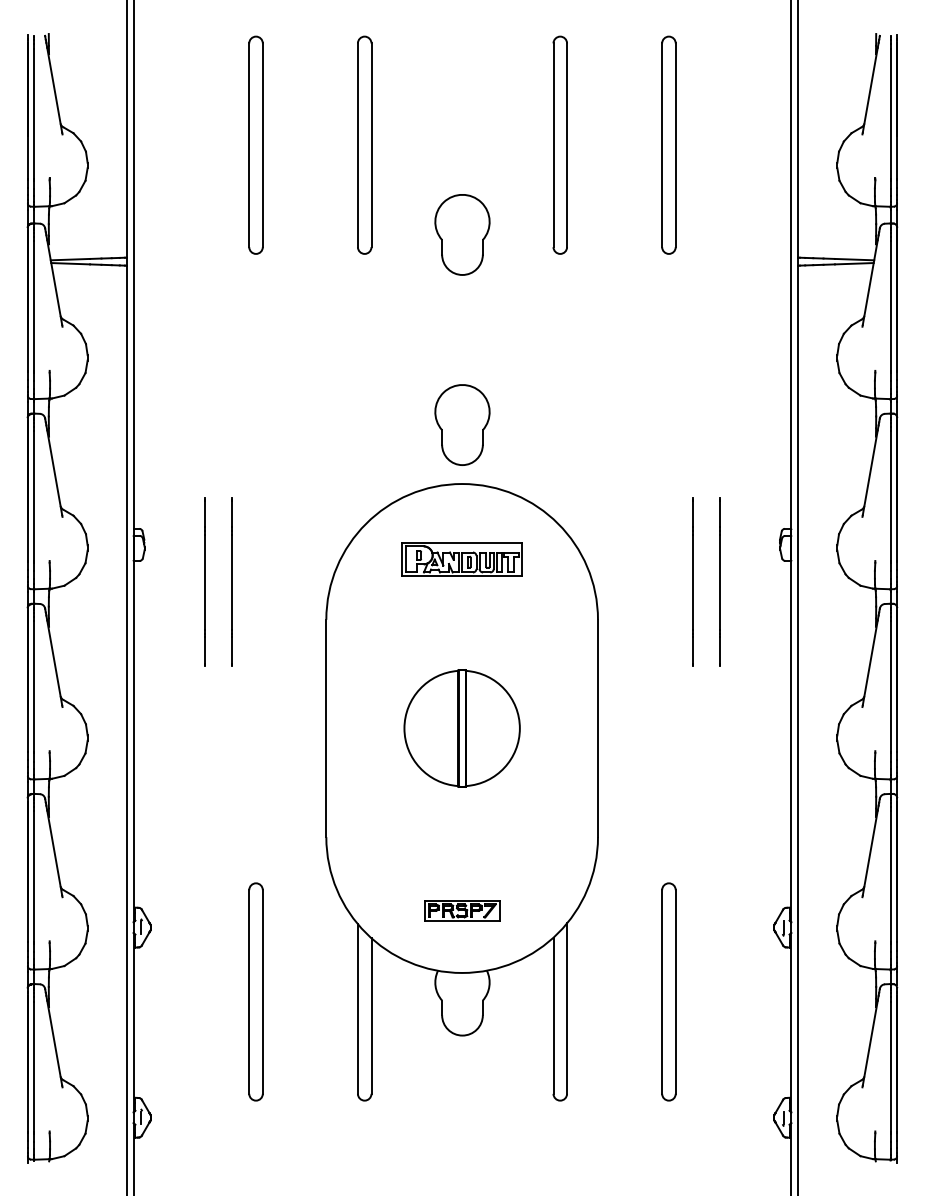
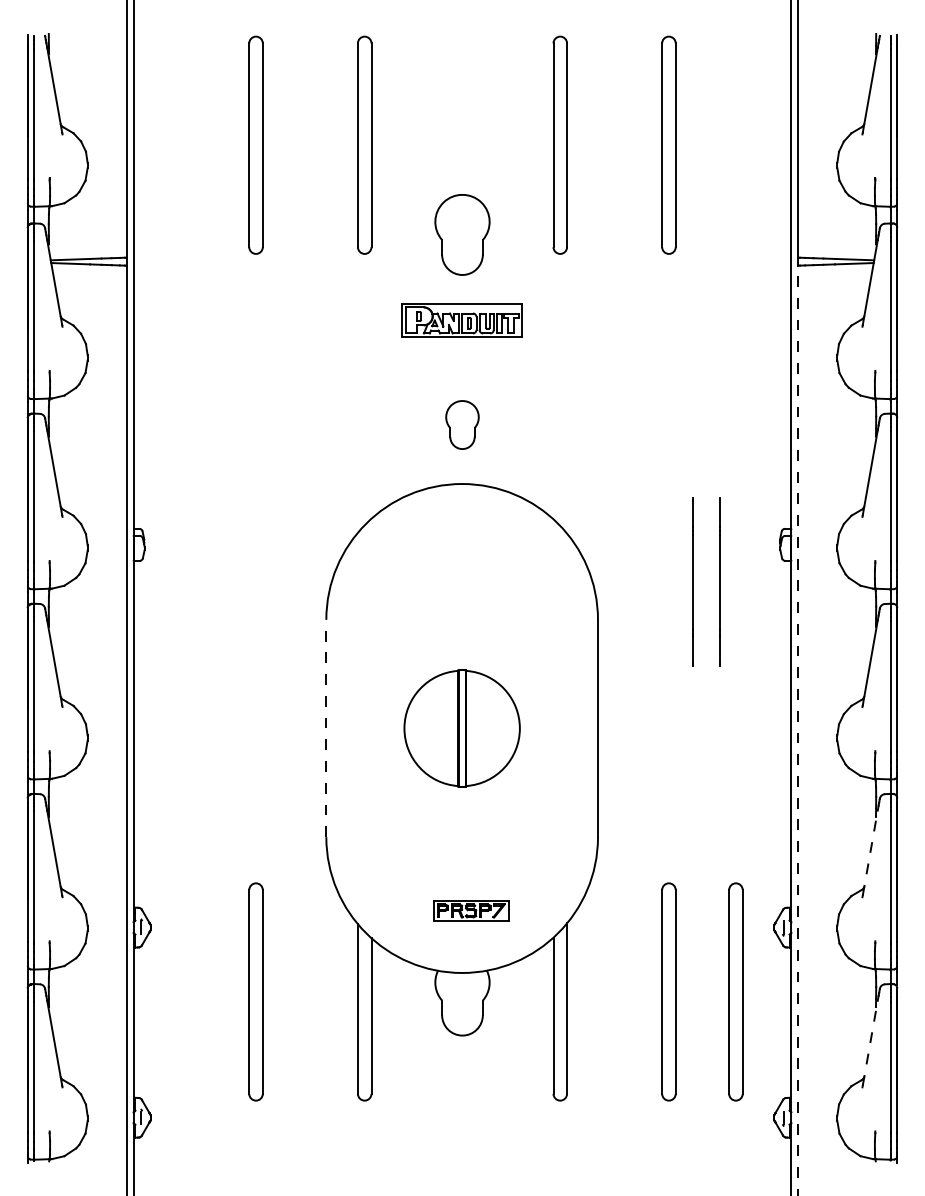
part at (462, 424) size: 57x82 px -> 35x50 px
part at (461, 559) position: (461, 559) -> (461, 320)
line at (204, 581): present -> none
line at (231, 581): present -> none
line at (326, 728): solid -> dashed
line at (798, 730): solid -> dashed
line at (870, 852): solid -> dashed
part at (462, 910) position: (462, 910) -> (471, 910)
part at (735, 991): none -> present
line at (870, 1042): solid -> dashed
